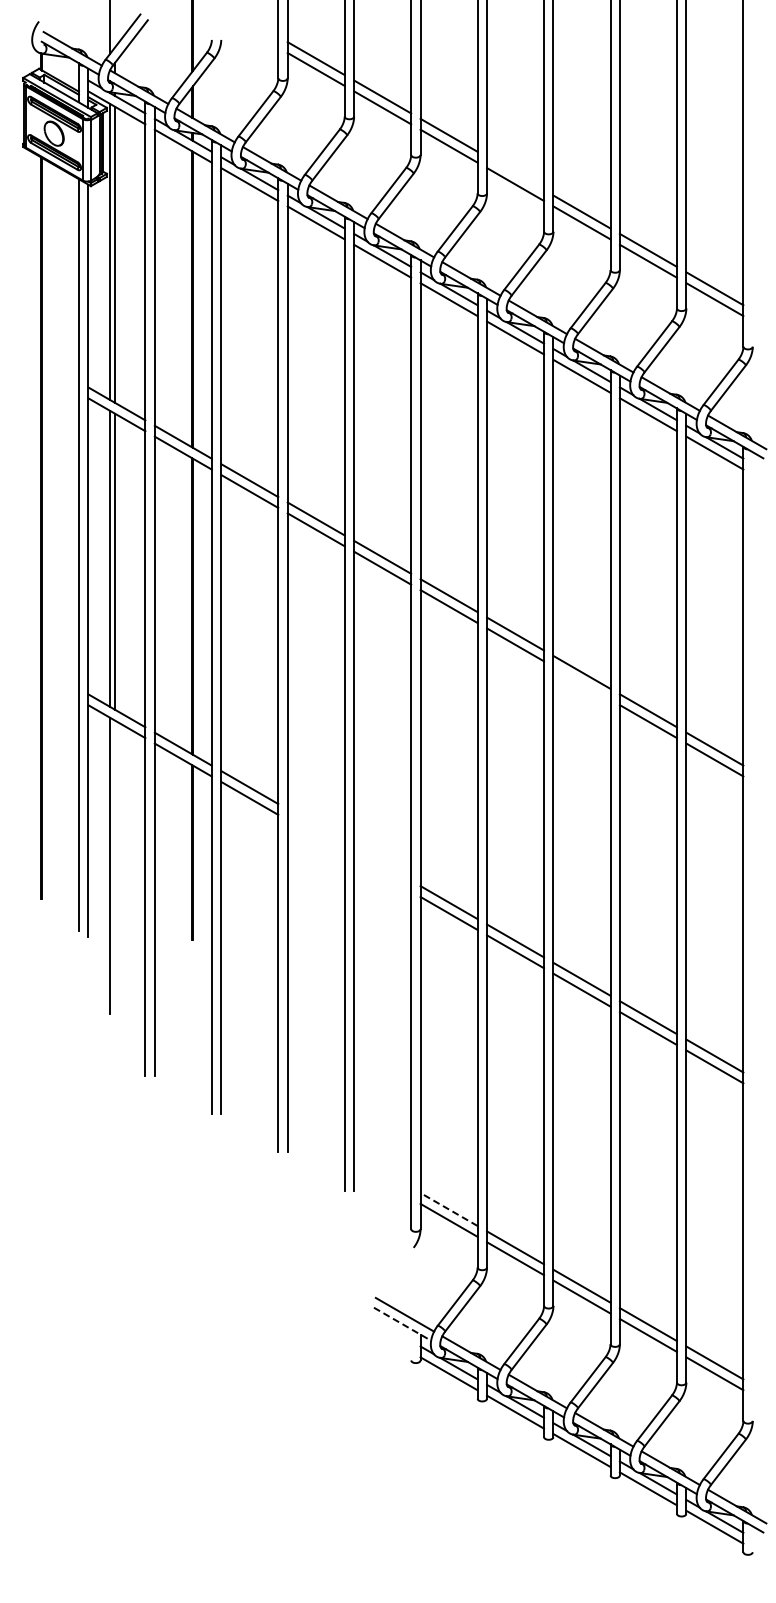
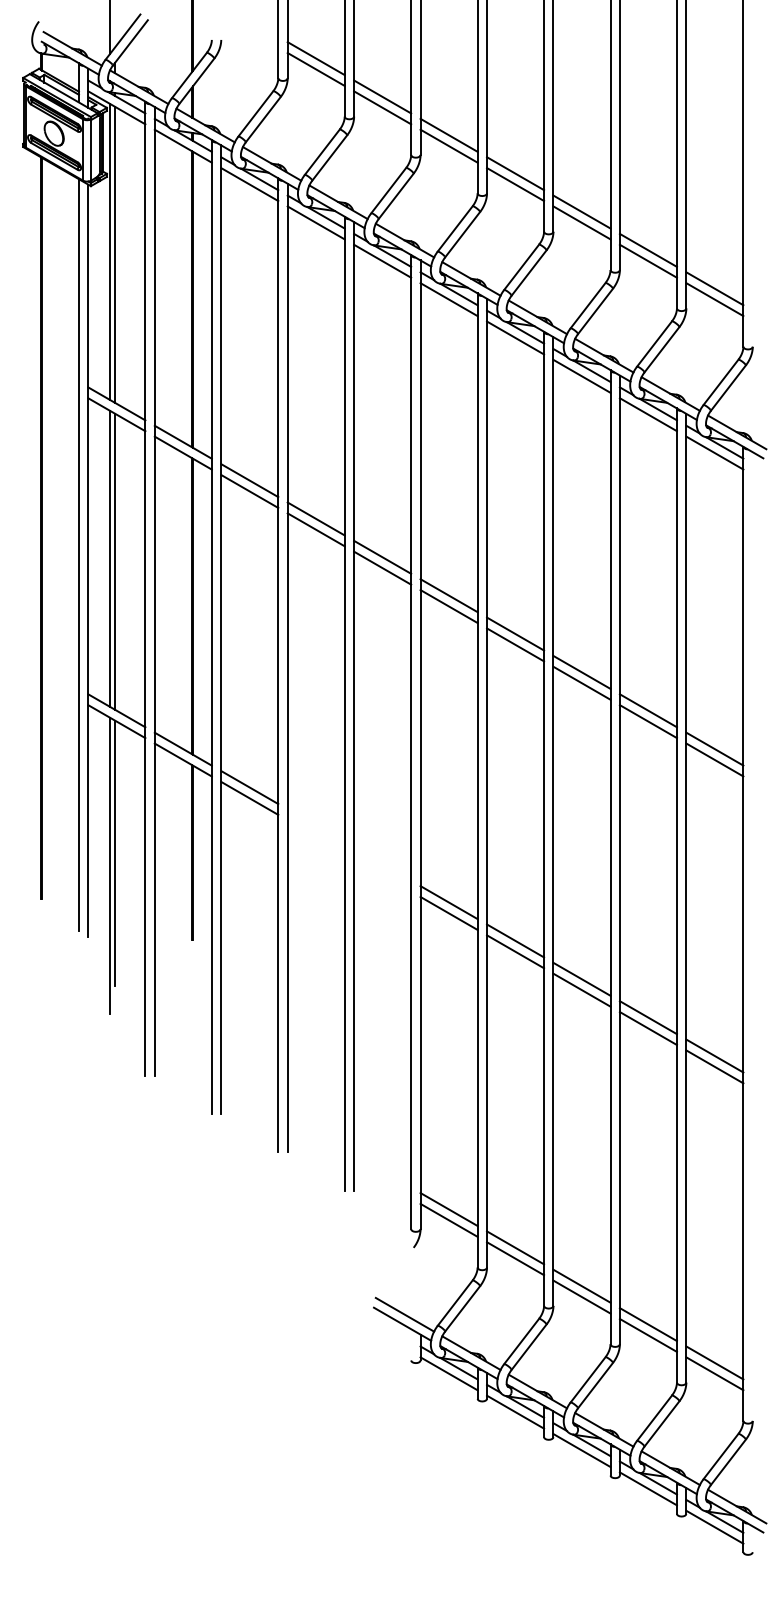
line at (515, 173): none -> present
line at (581, 682): none -> present
line at (115, 852): none -> present
line at (449, 1209): dashed -> solid
line at (402, 1324): dashed -> solid
